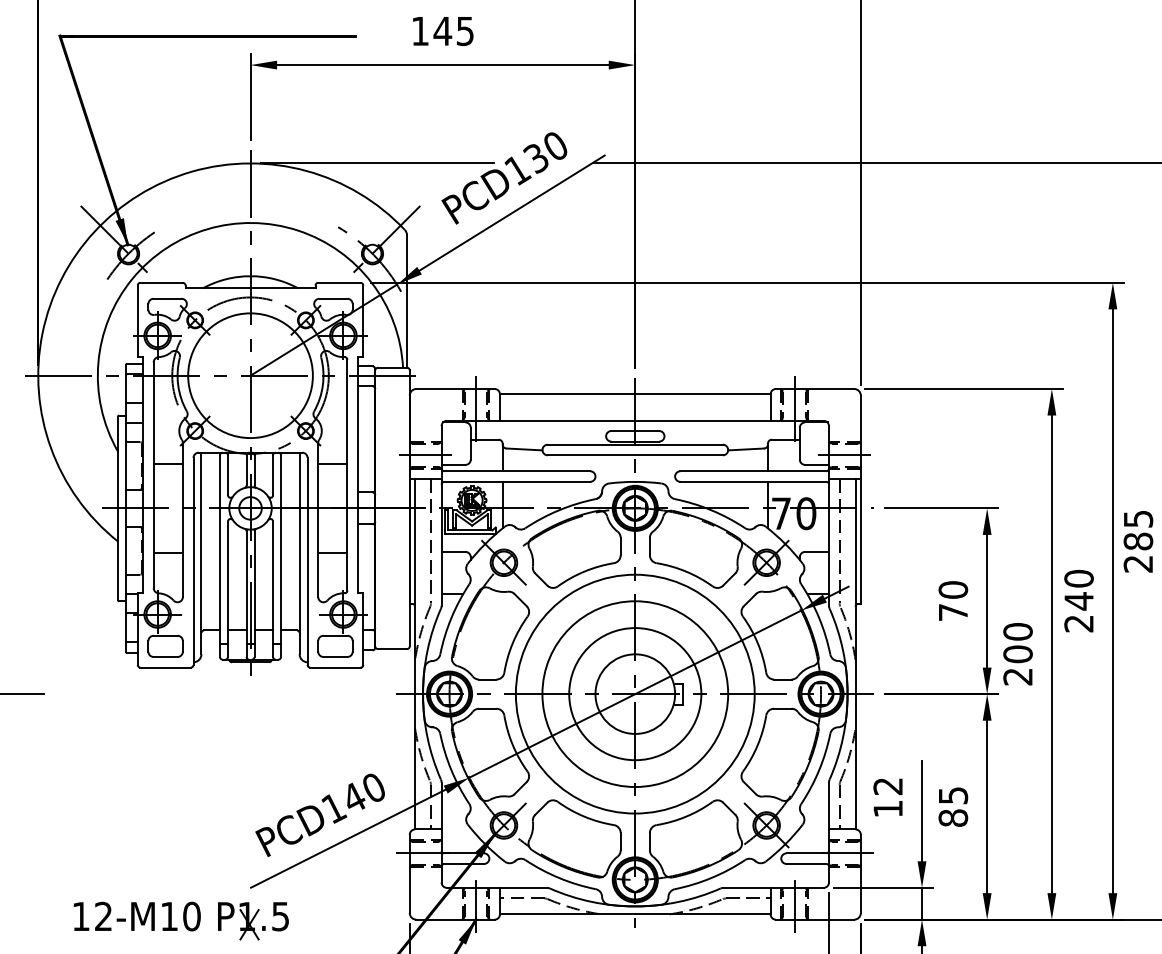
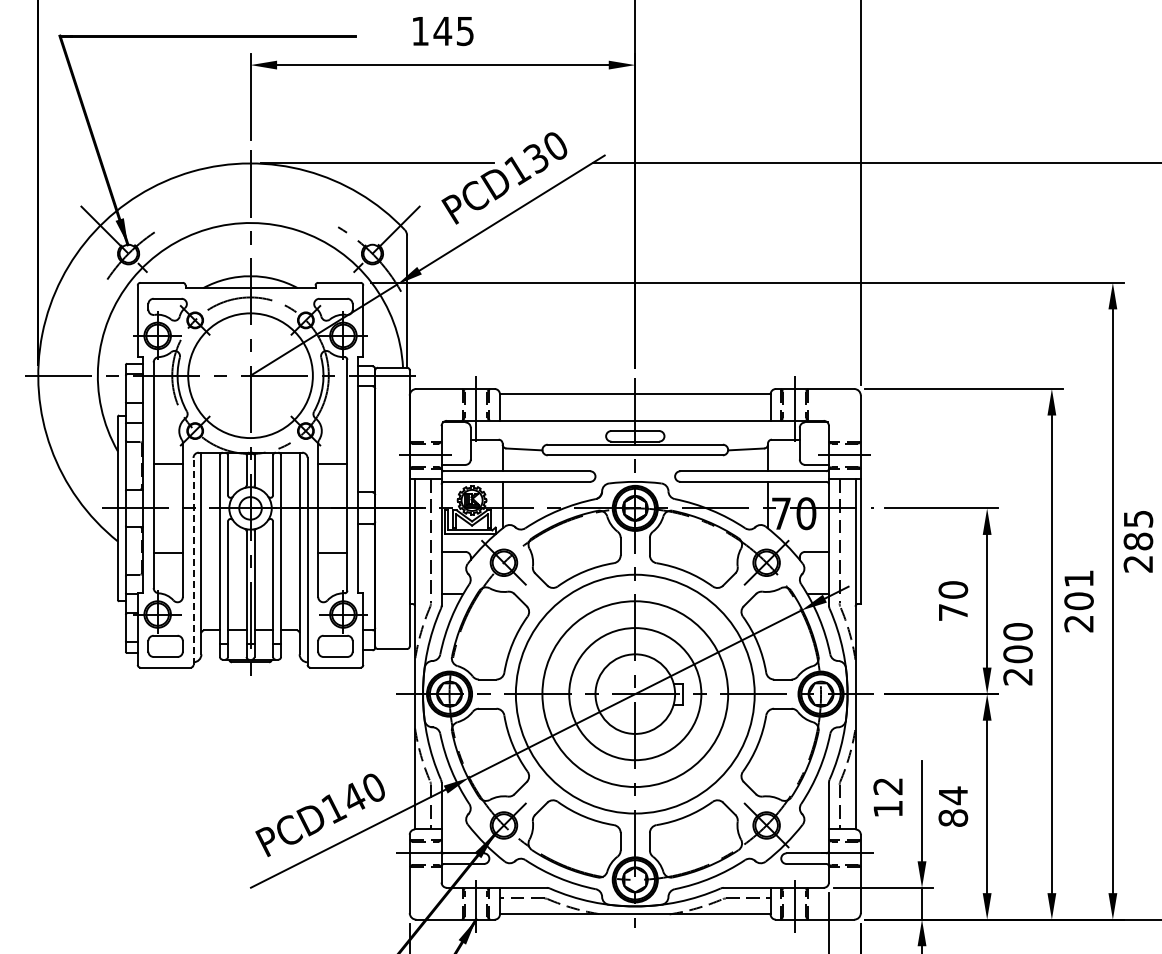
line at (193, 560): solid -> dashed
text at (1078, 589): 240 -> 201
line at (23, 694): present -> none
text at (953, 795): 85 -> 84
part at (180, 920): present -> none
